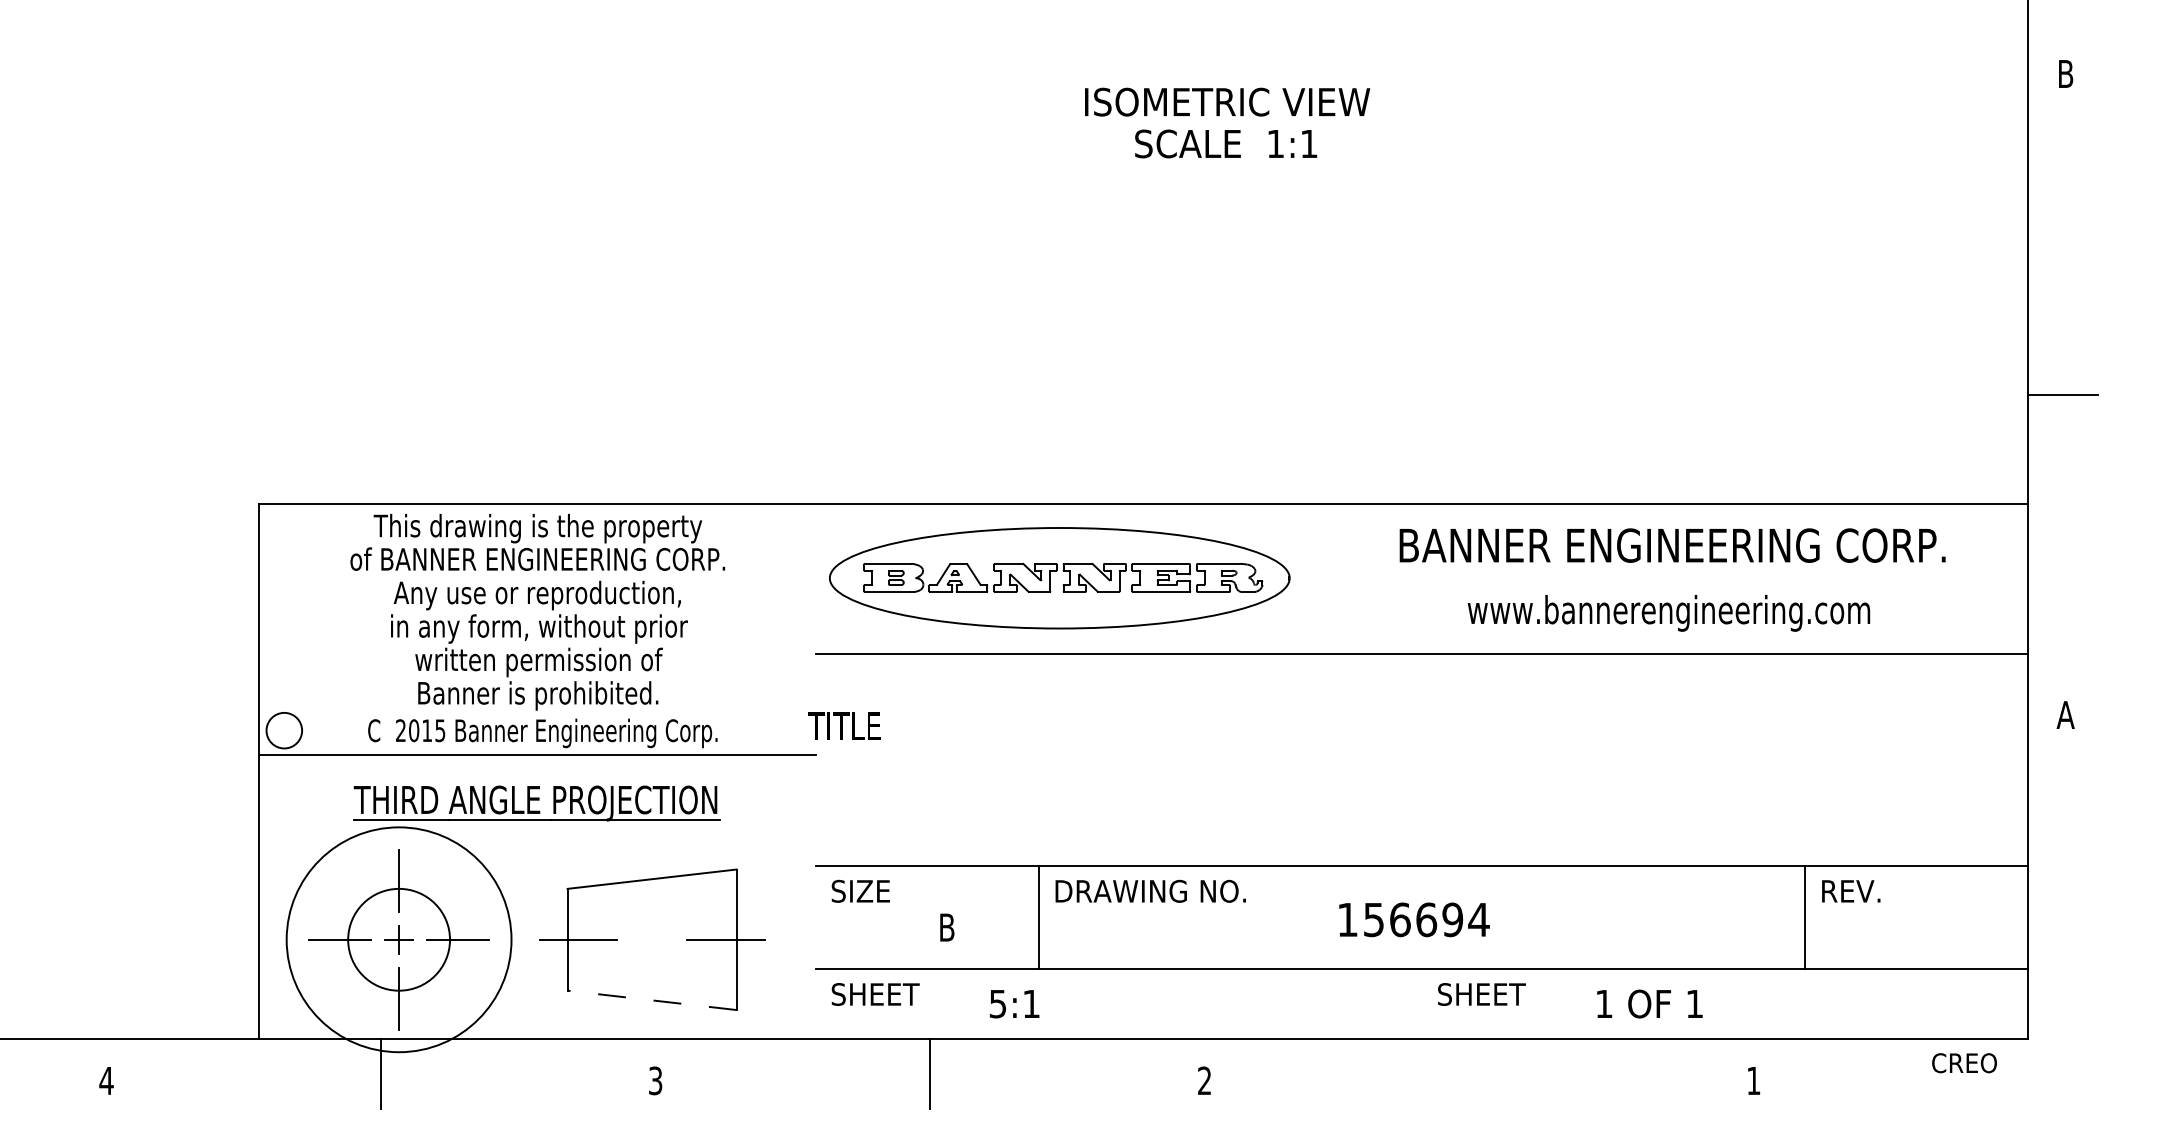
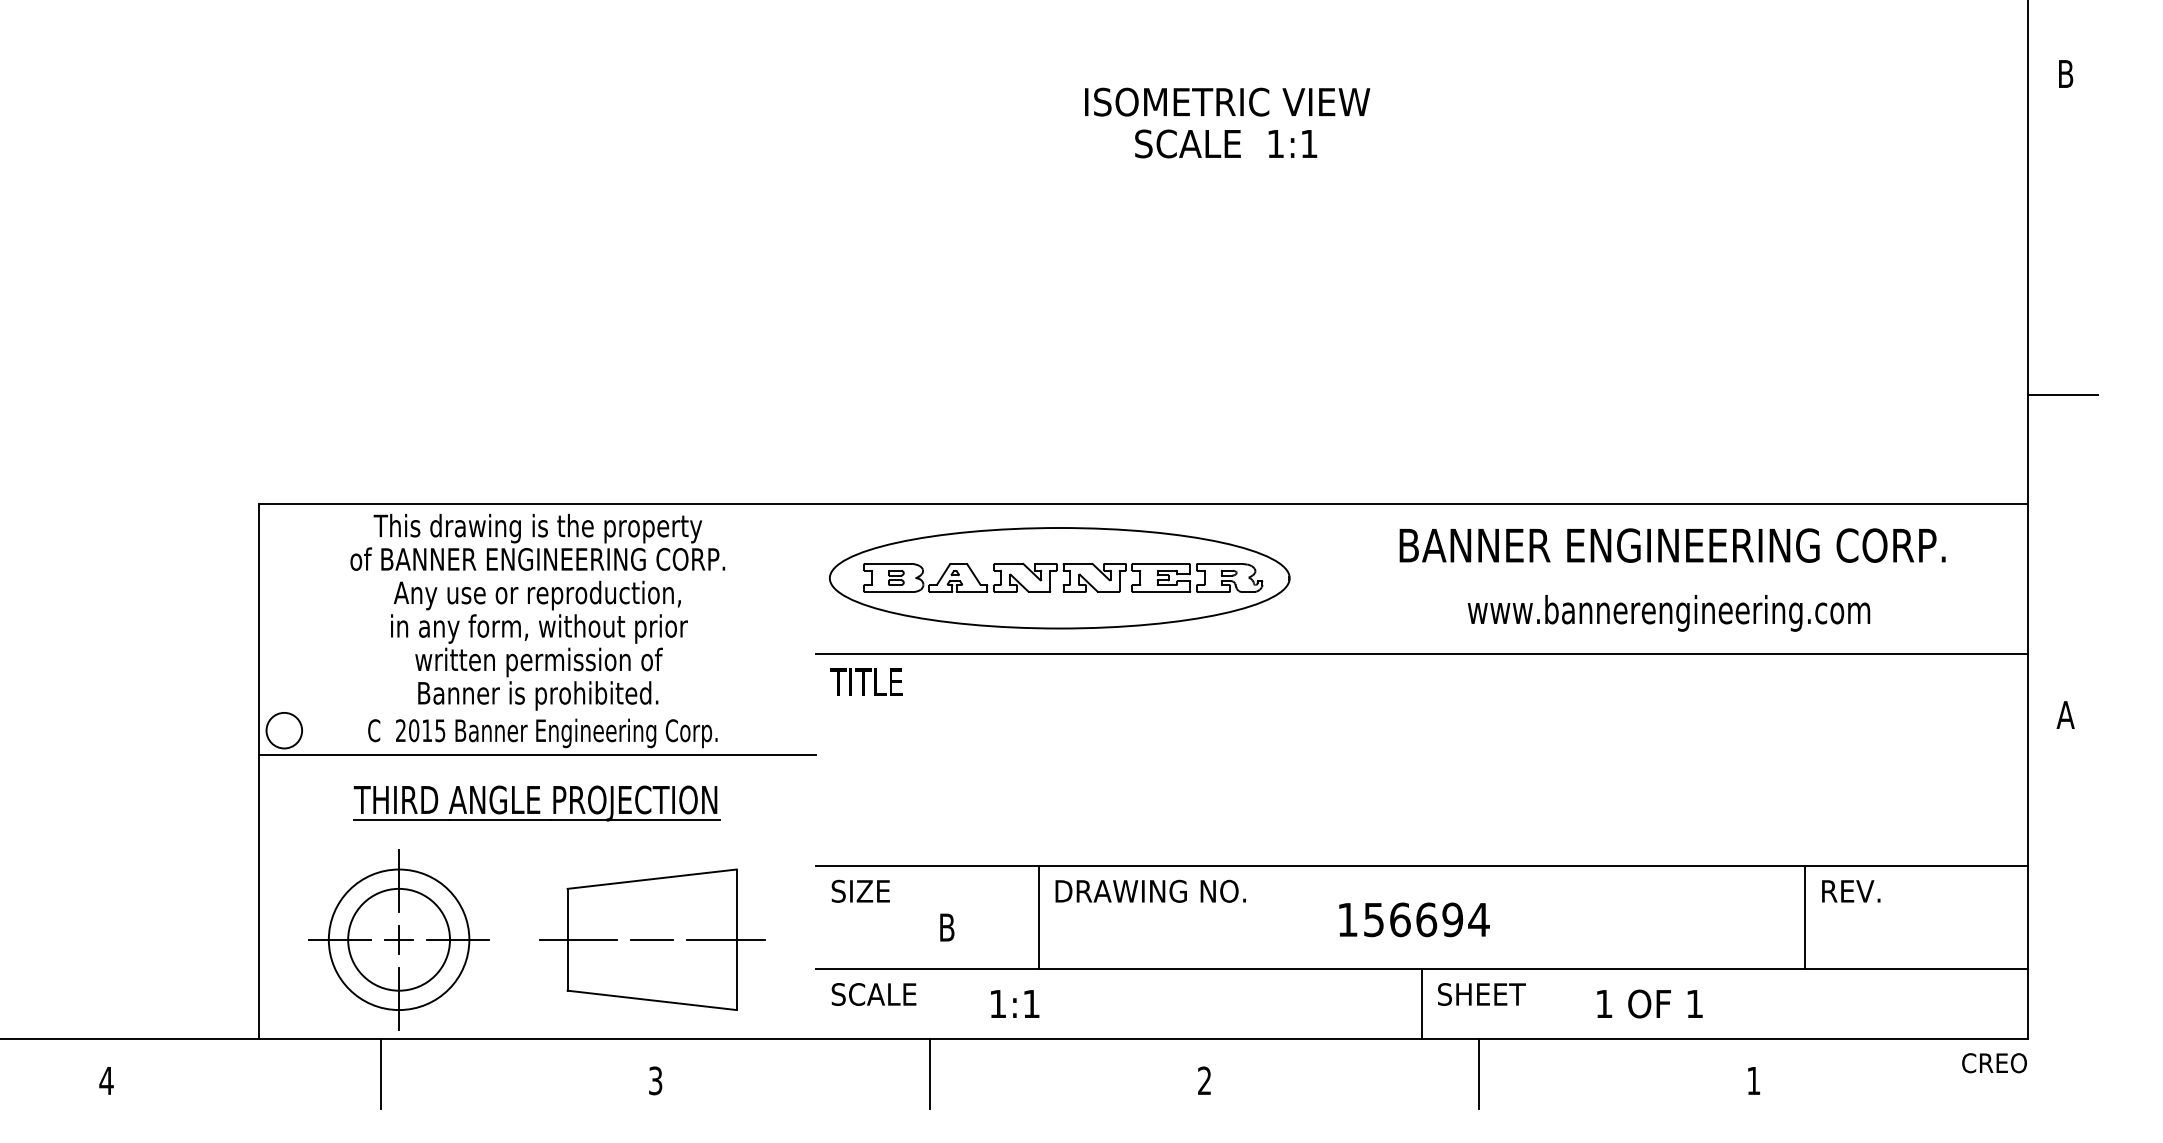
text at (844, 725) position: (844, 725) -> (866, 681)
circle at (398, 939) diameter: 225 px -> 141 px
line at (652, 939): none -> present
text at (884, 994): SHEET -> SCALE
line at (651, 1000): dashed -> solid
text at (997, 1004): 5:1 -> 1:1
line at (1422, 1004): none -> present
text at (1964, 1063) position: (1964, 1063) -> (1994, 1063)
line at (1479, 1073): none -> present
